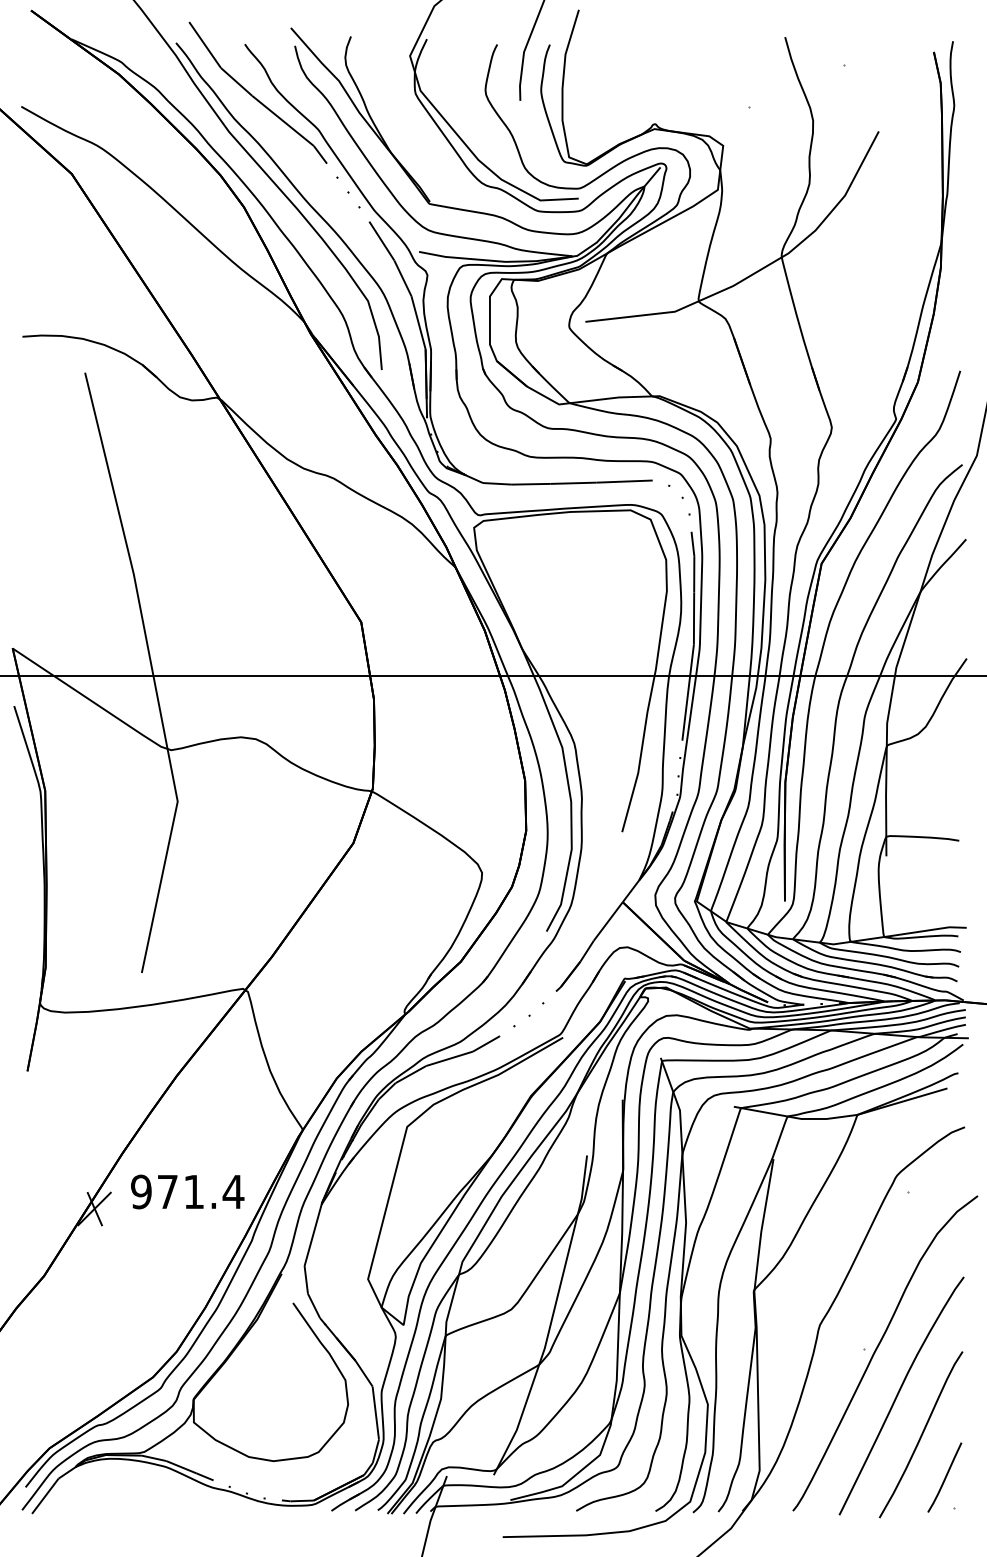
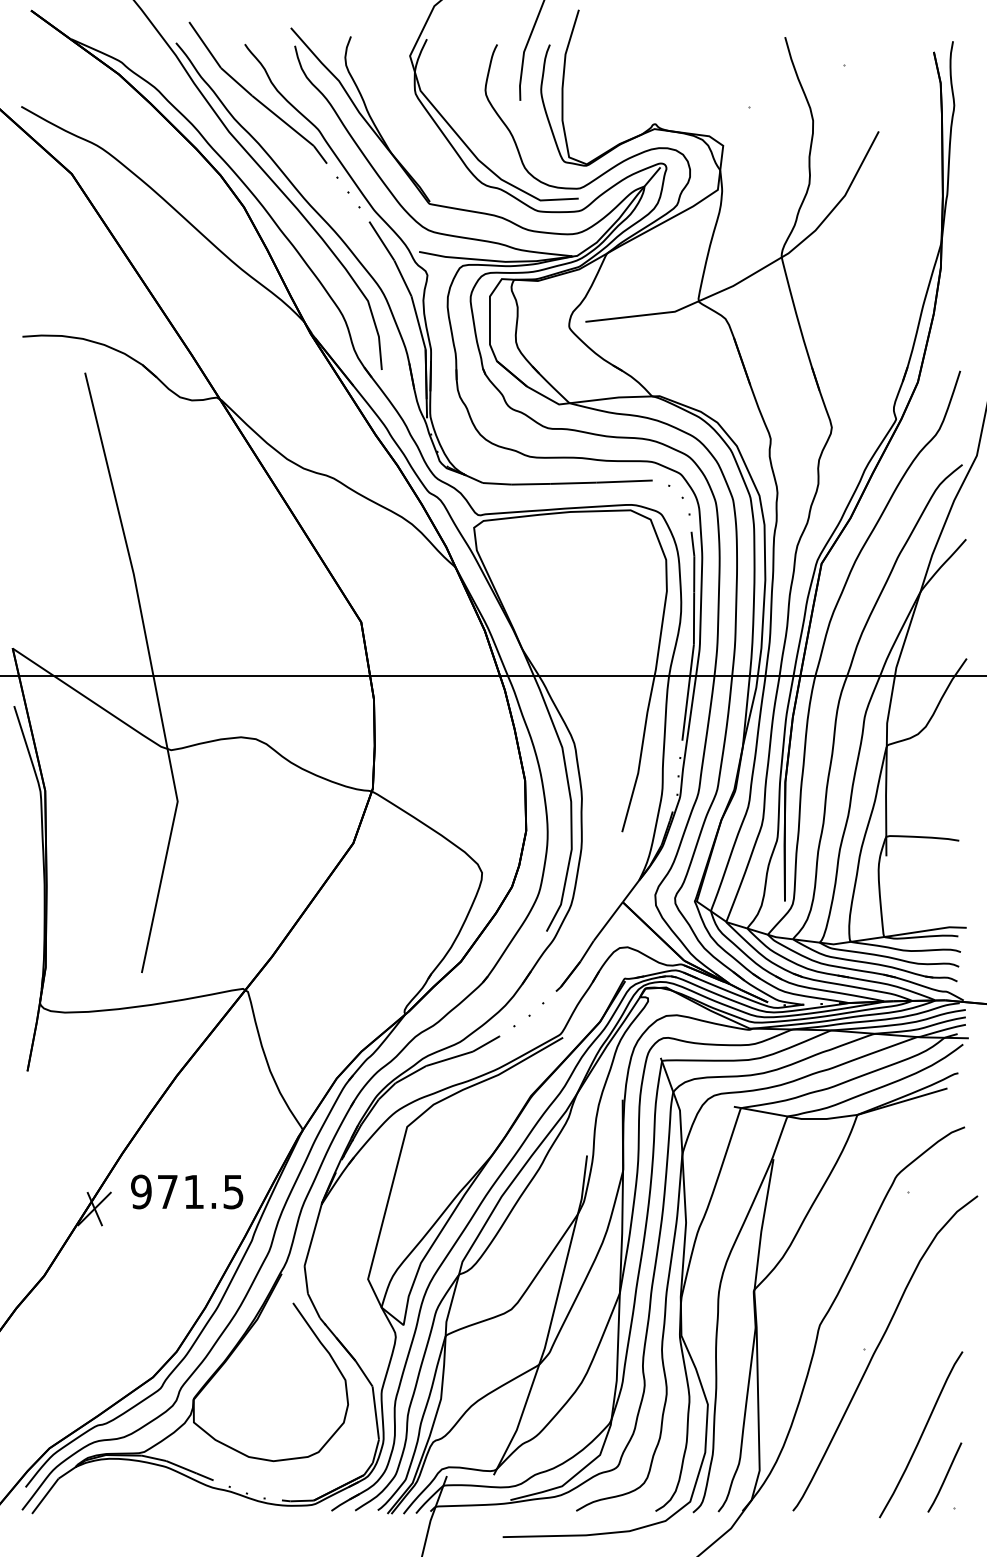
text at (233, 1192): 971.4 -> 971.5
curve at (899, 1393): present -> none
